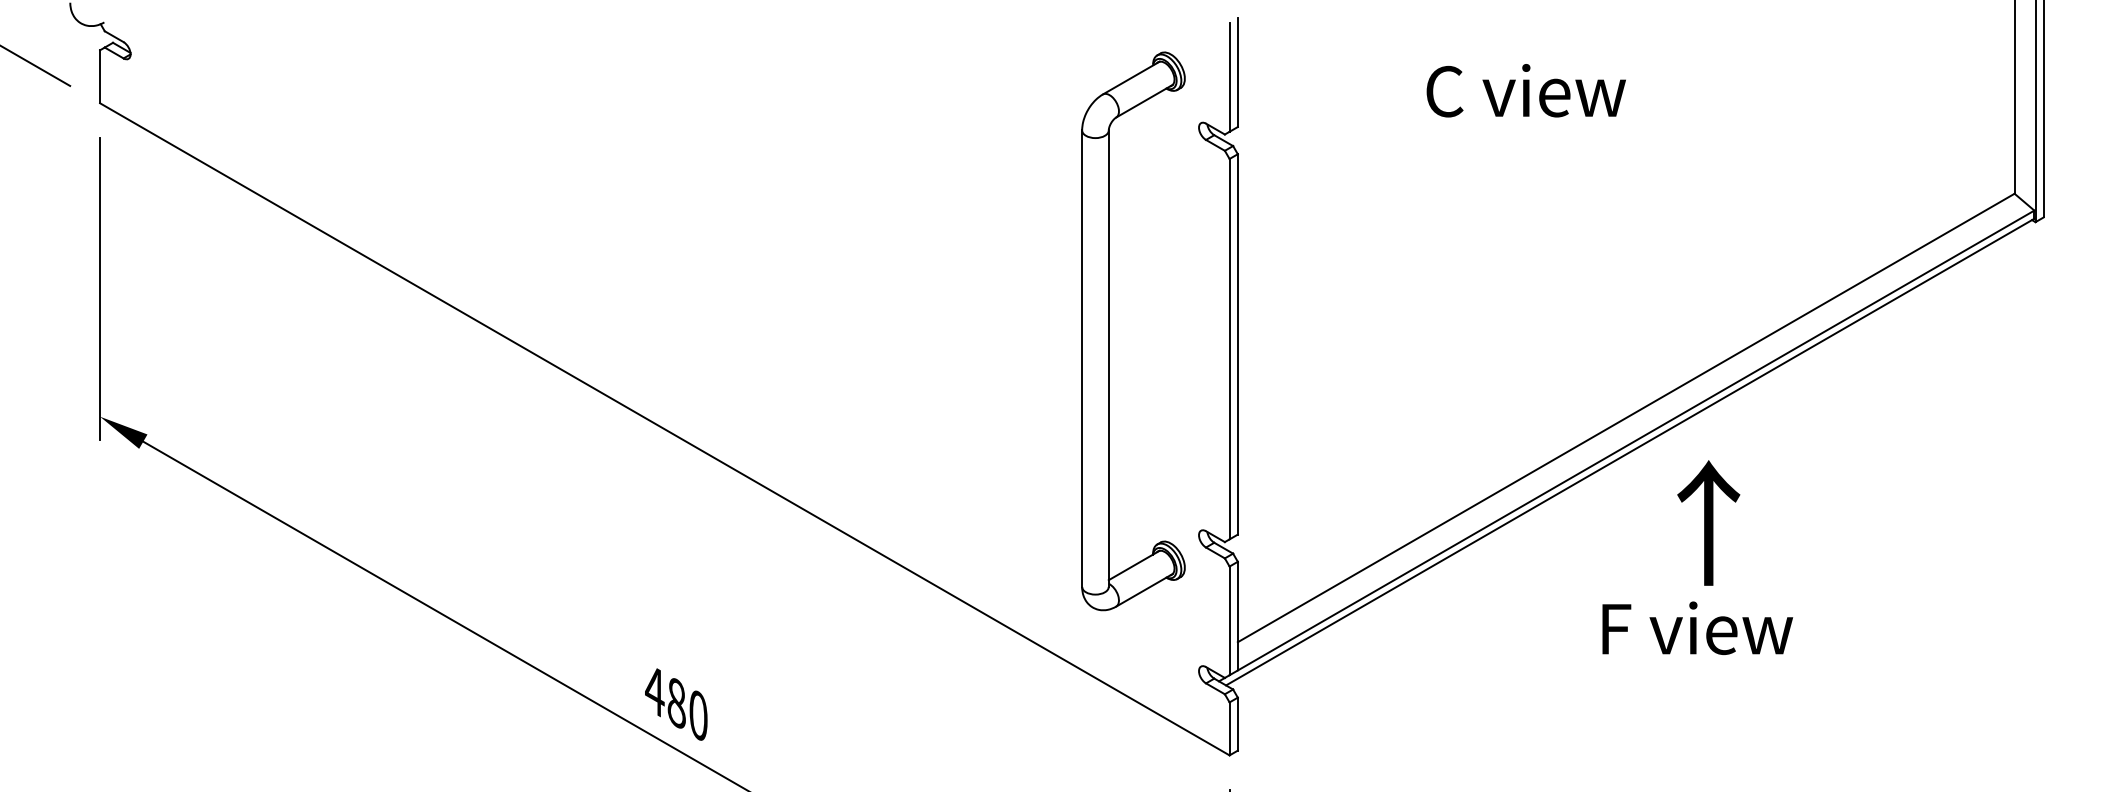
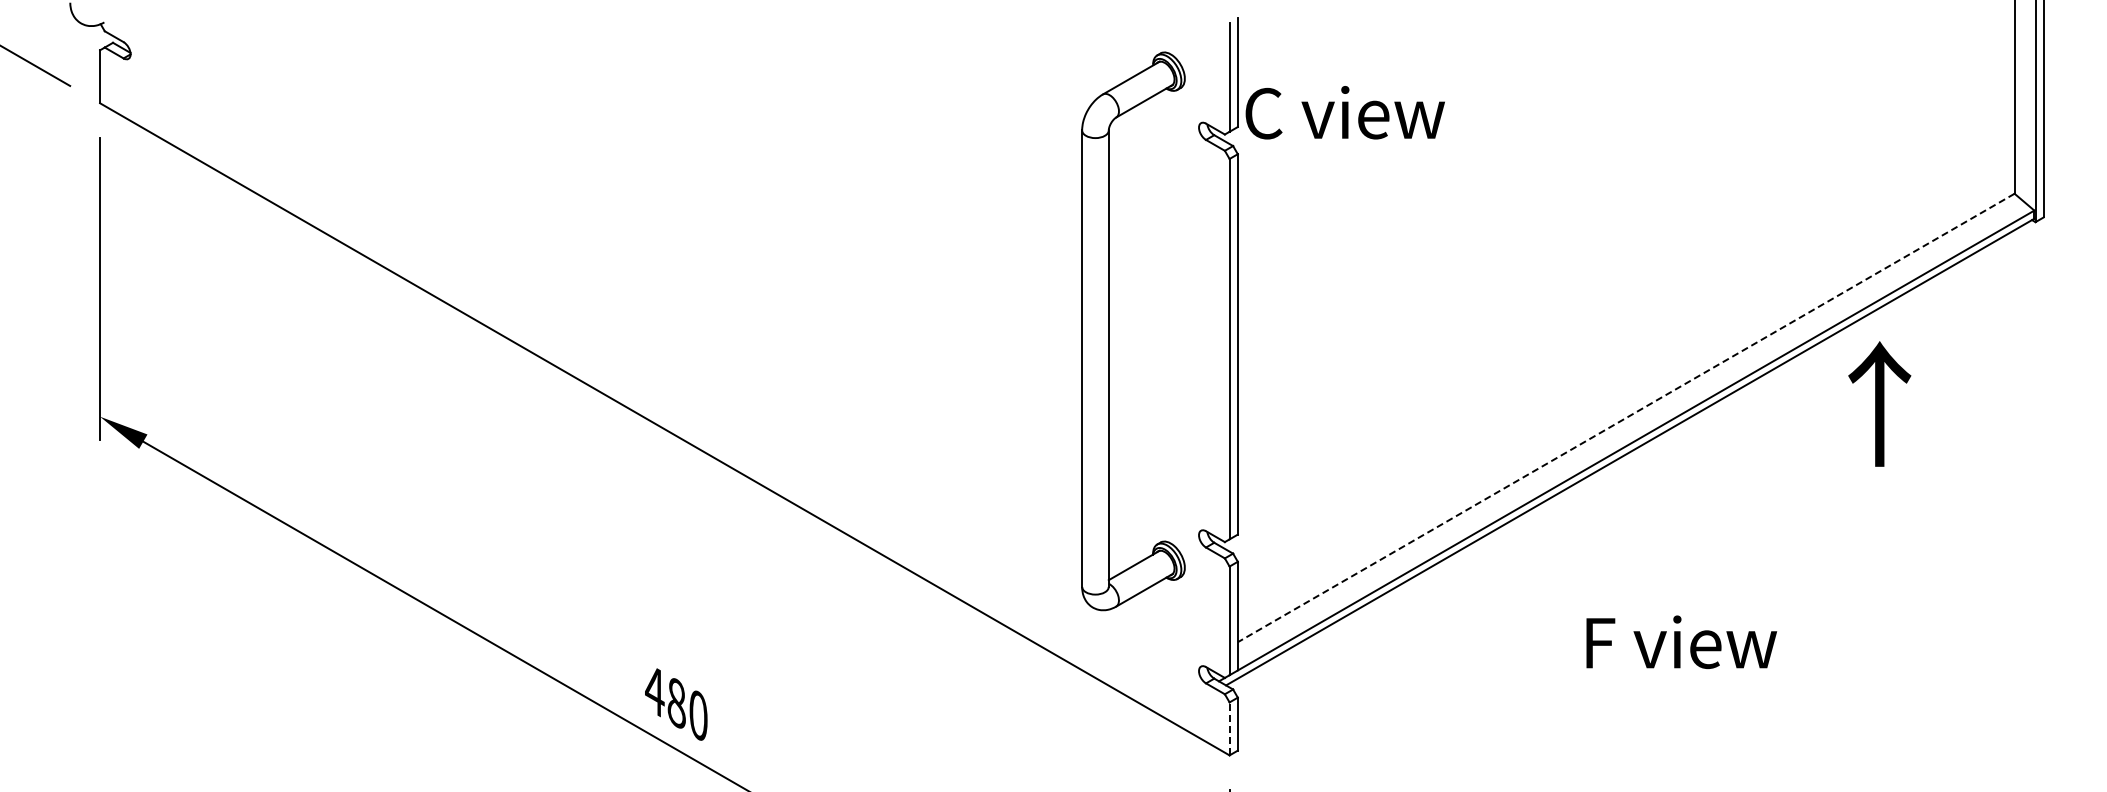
text at (1525, 90) position: (1525, 90) -> (1344, 112)
line at (1625, 418): solid -> dashed
text at (1708, 522) position: (1708, 522) -> (1879, 403)
text at (1697, 627) position: (1697, 627) -> (1681, 641)
line at (1229, 728): solid -> dashed
